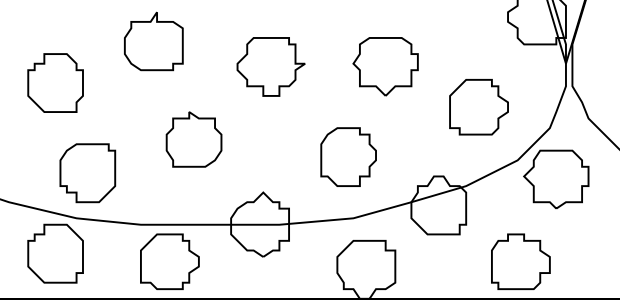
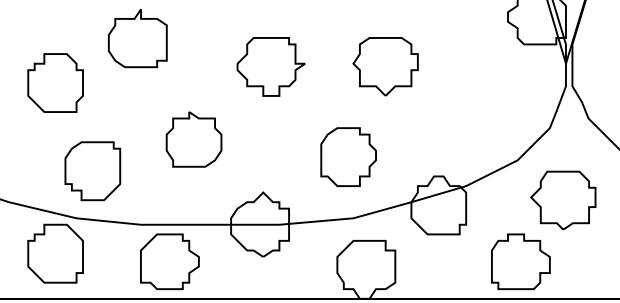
part at (153, 41) position: (153, 41) -> (137, 38)
part at (478, 107): present -> none
part at (87, 173) position: (87, 173) -> (92, 171)
part at (556, 179) position: (556, 179) -> (563, 200)
